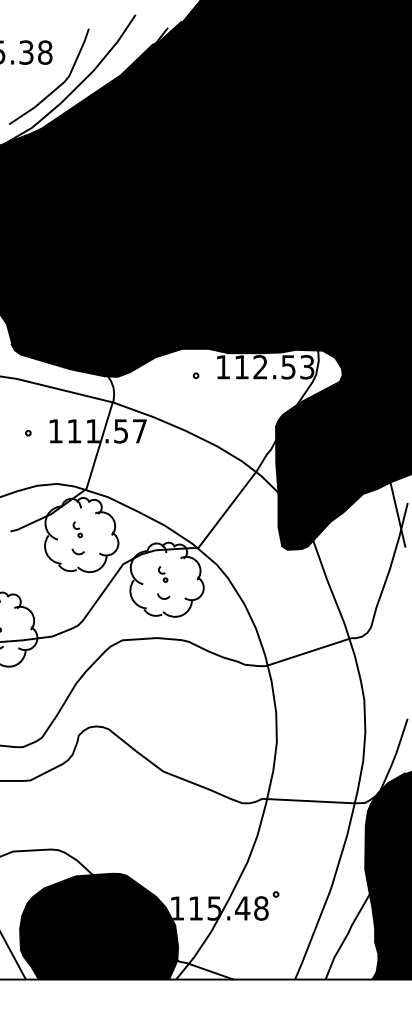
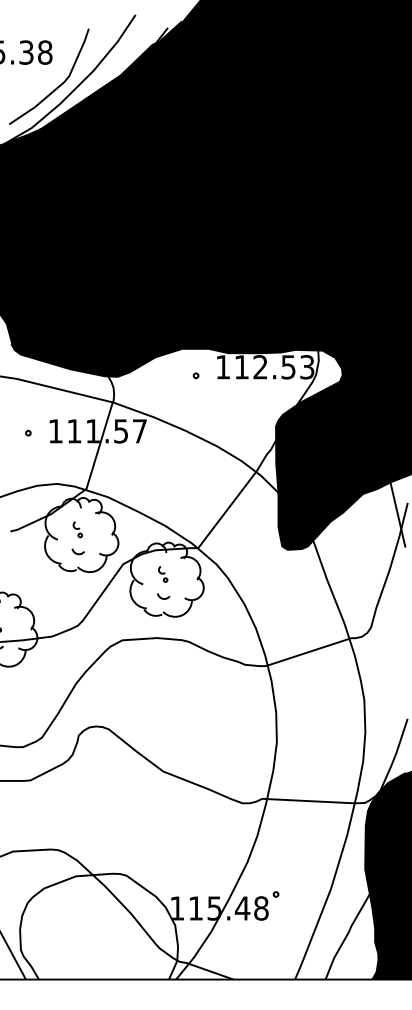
fill at (99, 926): present -> none
